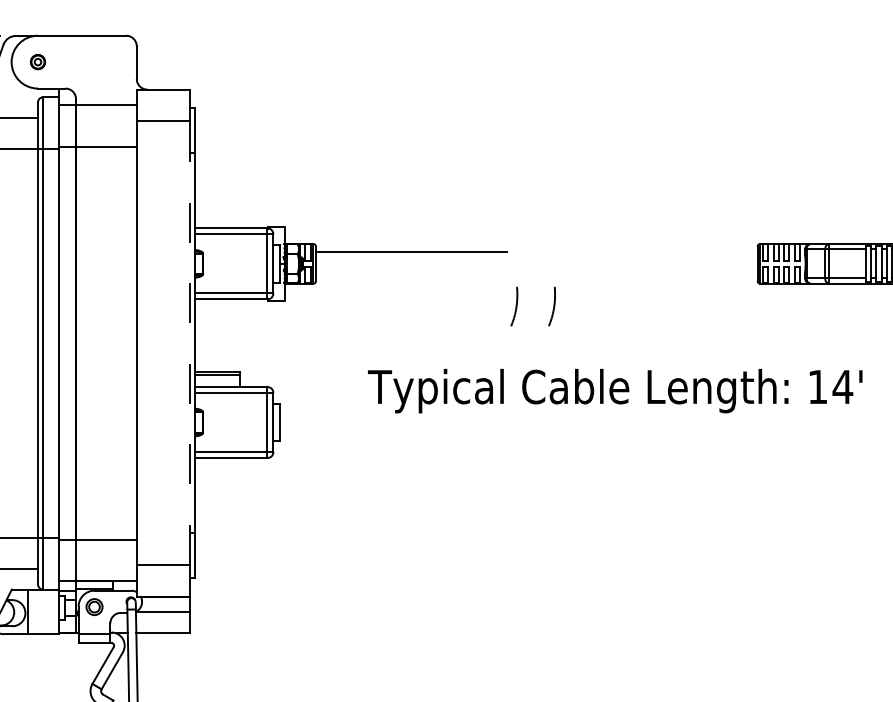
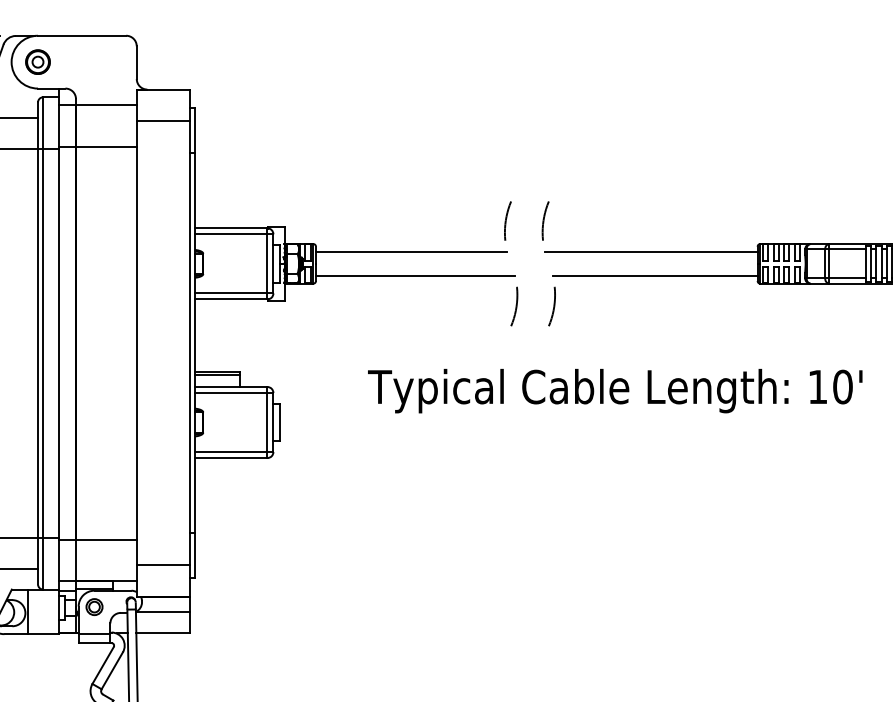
part at (37, 62) size: 16x17 px -> 26x26 px
arc at (506, 220): none -> present
arc at (544, 220): none -> present
line at (650, 251): none -> present
line at (415, 275): none -> present
line at (654, 275): none -> present
line at (189, 343): dashed -> solid
text at (842, 386): 14' -> 10'
